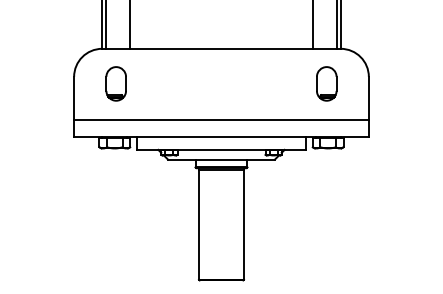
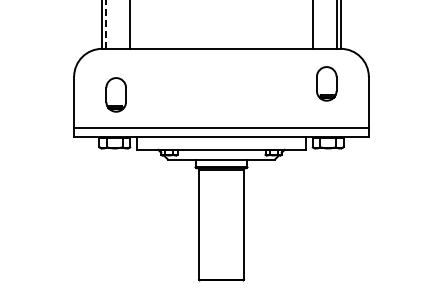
line at (106, 24): solid -> dashed
part at (115, 83) position: (115, 83) -> (115, 94)
line at (221, 120) position: (221, 120) -> (221, 128)
